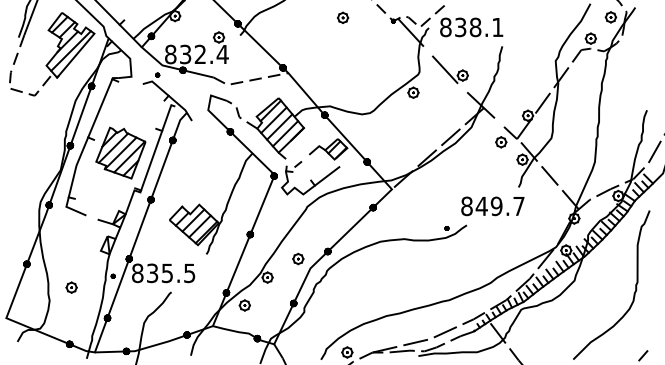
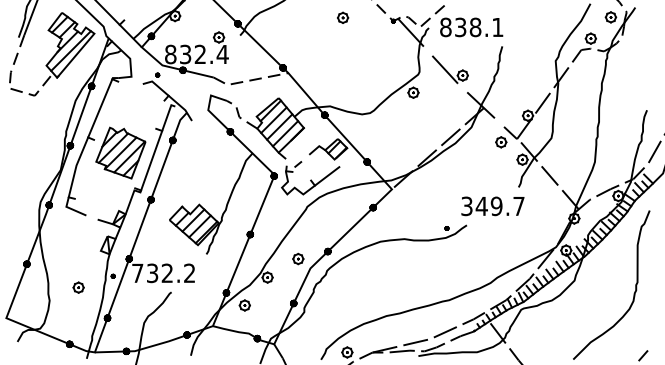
text at (466, 206): 849.7 -> 349.7
text at (163, 273): 835.5 -> 732.2
part at (71, 287) position: (71, 287) -> (78, 287)
